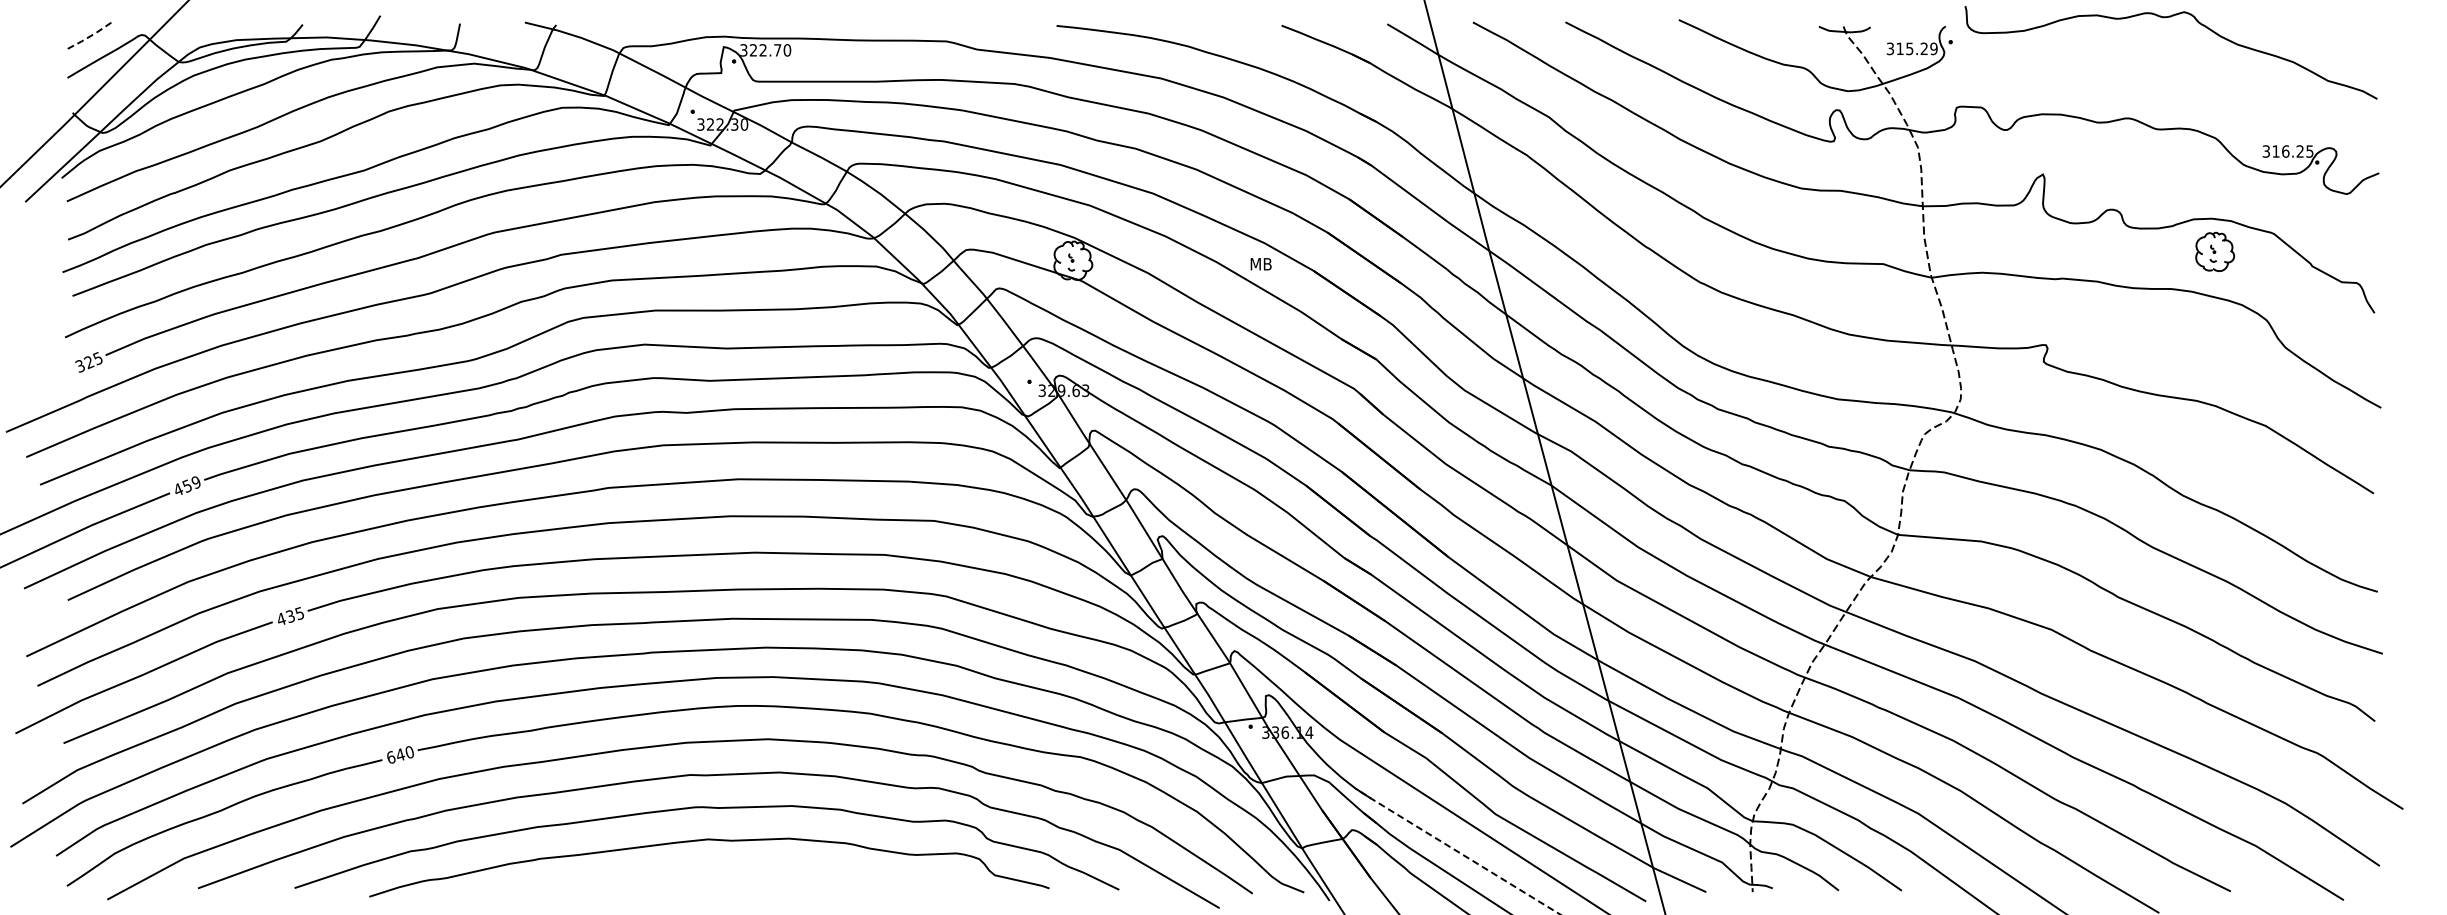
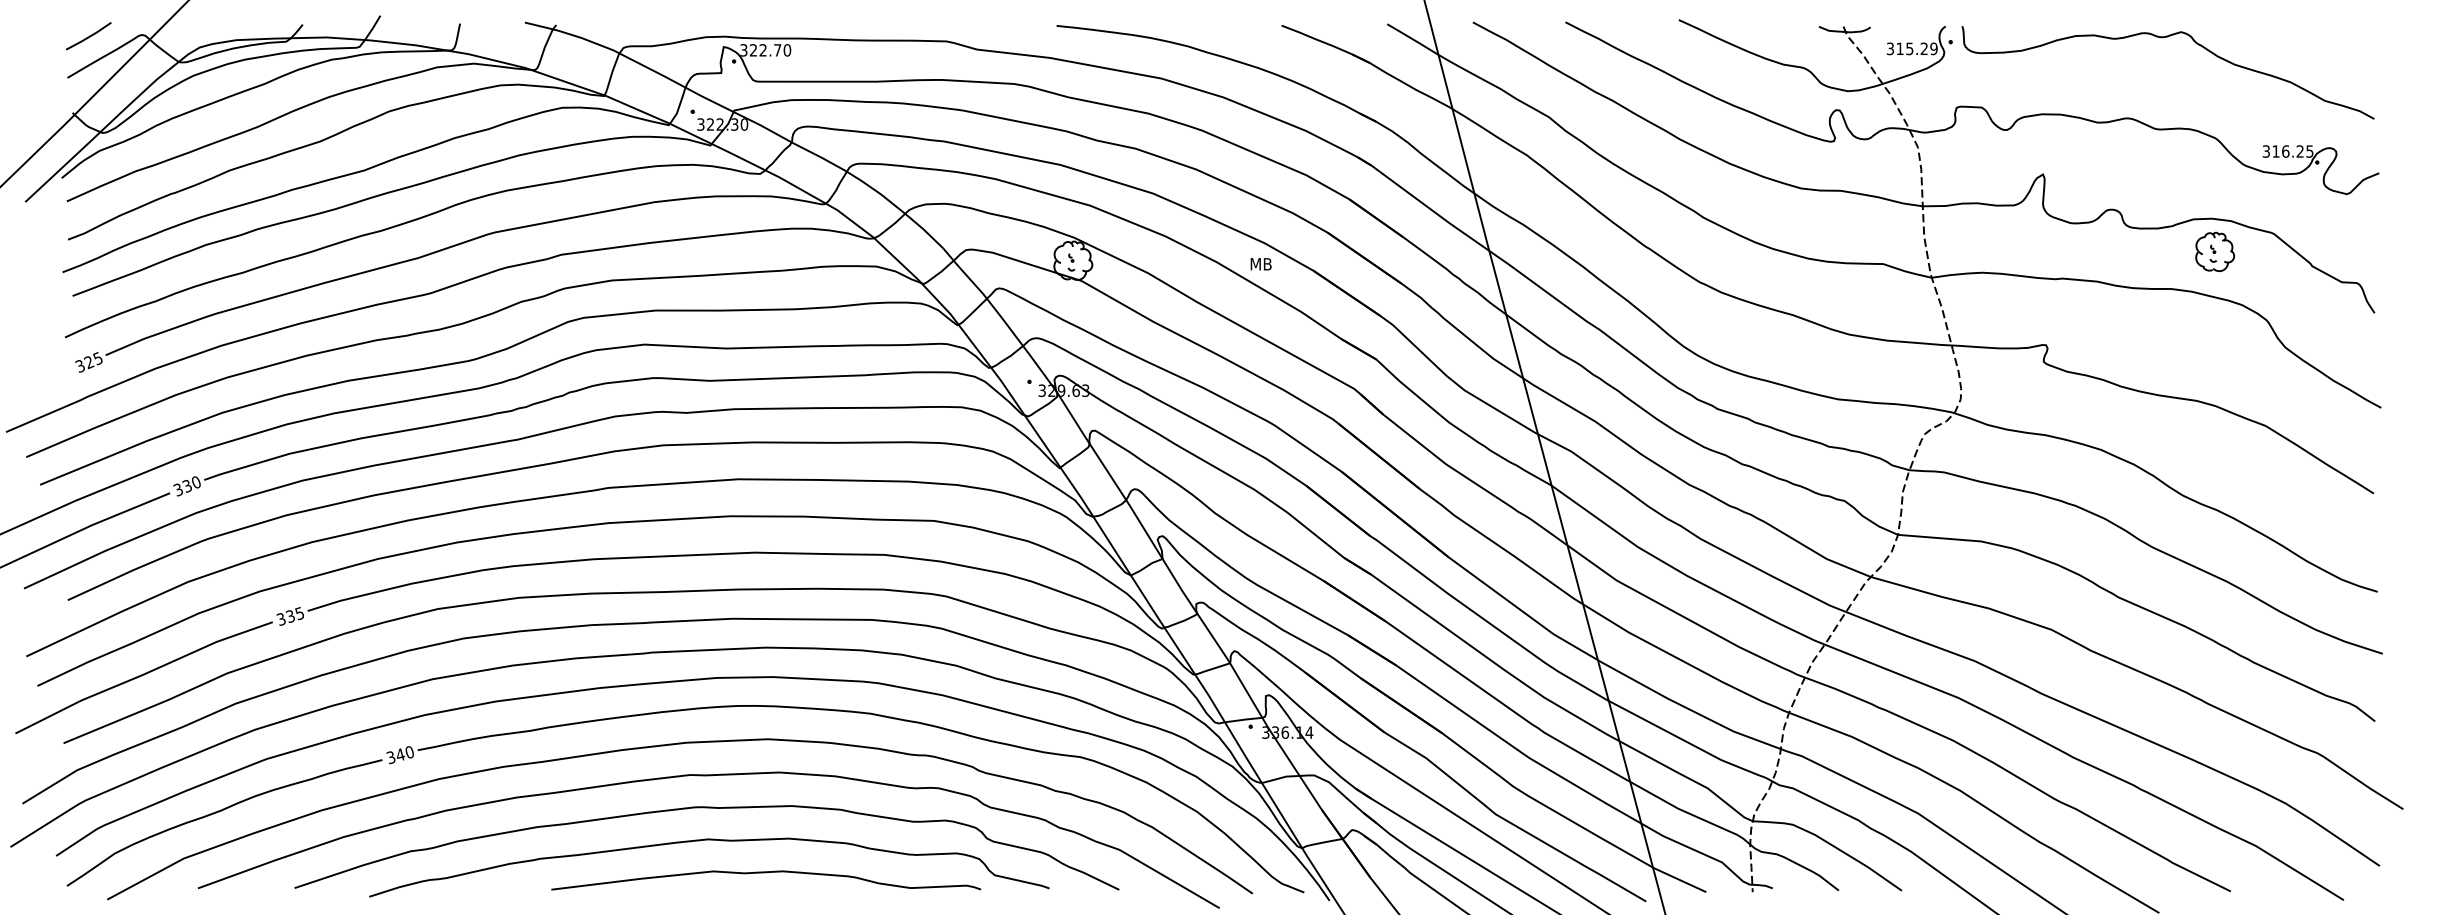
curve at (2166, 18) position: (2166, 18) -> (2163, 38)
line at (89, 36): dashed -> solid
text at (186, 486): 459 -> 330
text at (280, 618): 435 -> 335
text at (390, 757): 640 -> 340
line at (1457, 851): dashed -> solid
curve at (766, 873): none -> present
